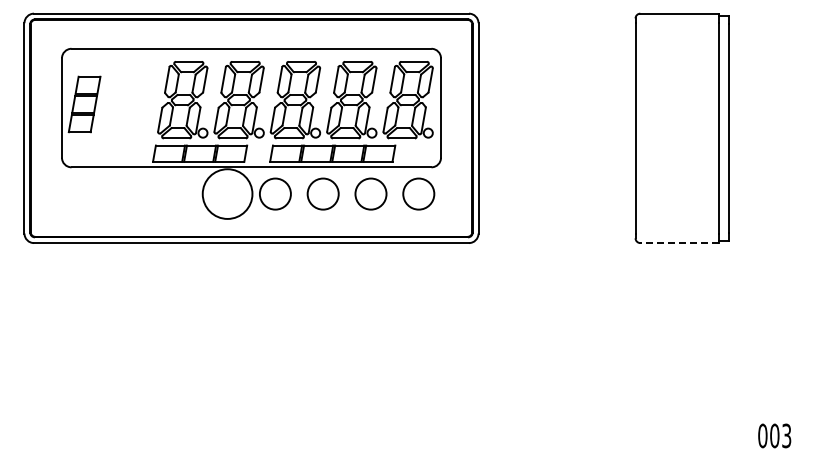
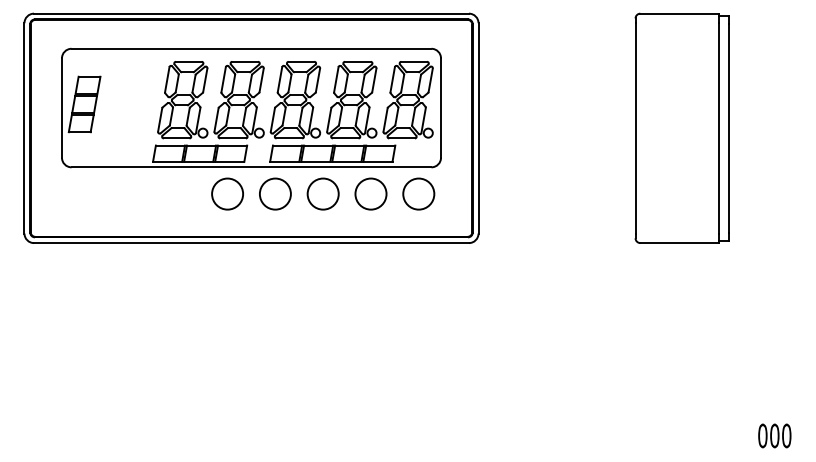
circle at (227, 193) diameter: 50 px -> 31 px
line at (679, 243): dashed -> solid
text at (786, 435): 003 -> 000
